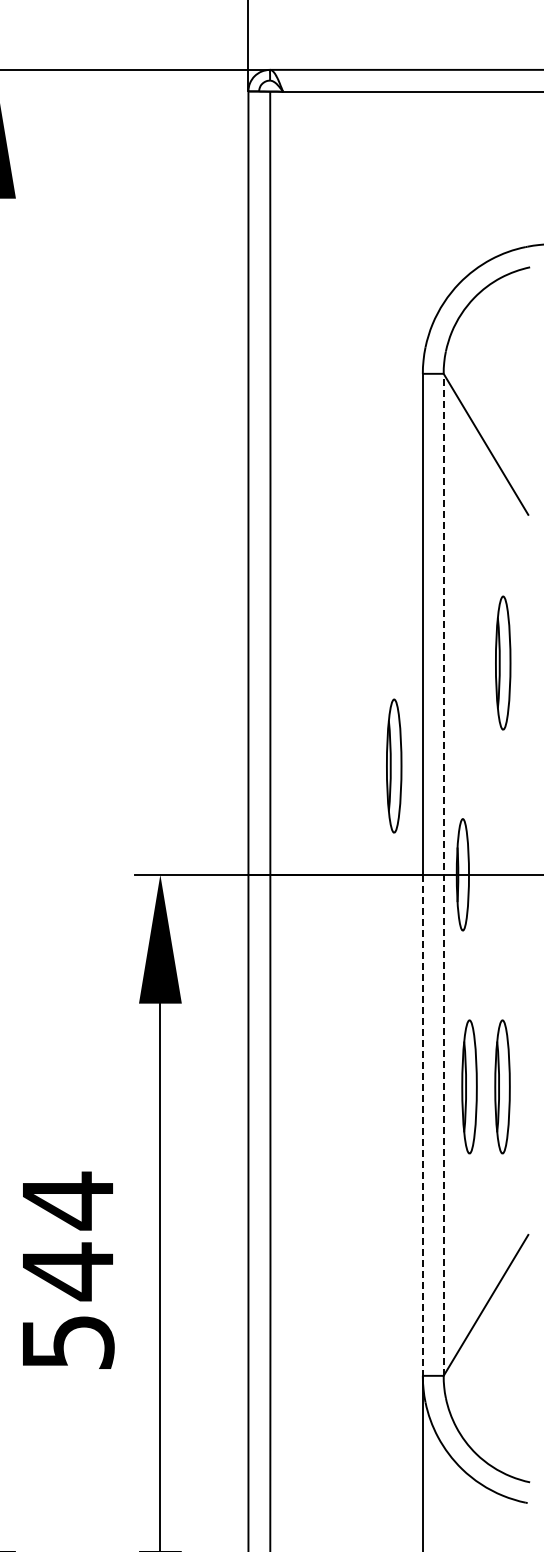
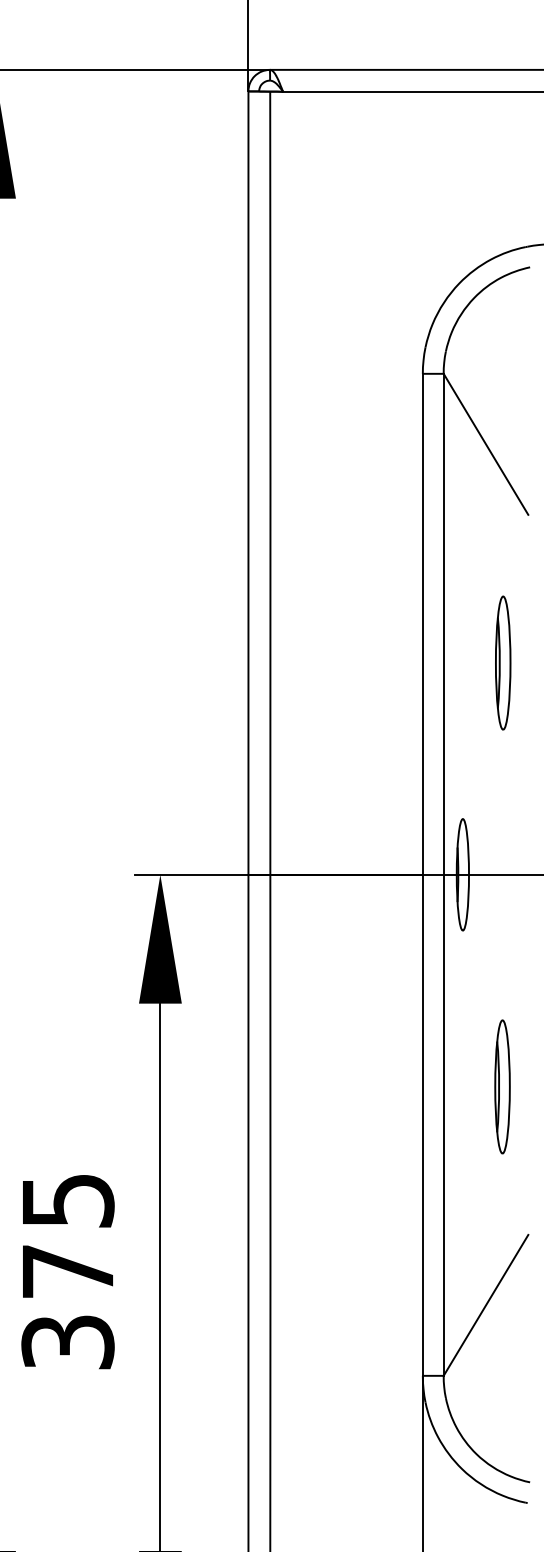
part at (394, 765): present -> none
line at (443, 874): dashed -> solid
part at (469, 1086): present -> none
line at (422, 1125): dashed -> solid
text at (67, 1270): 544 -> 375
